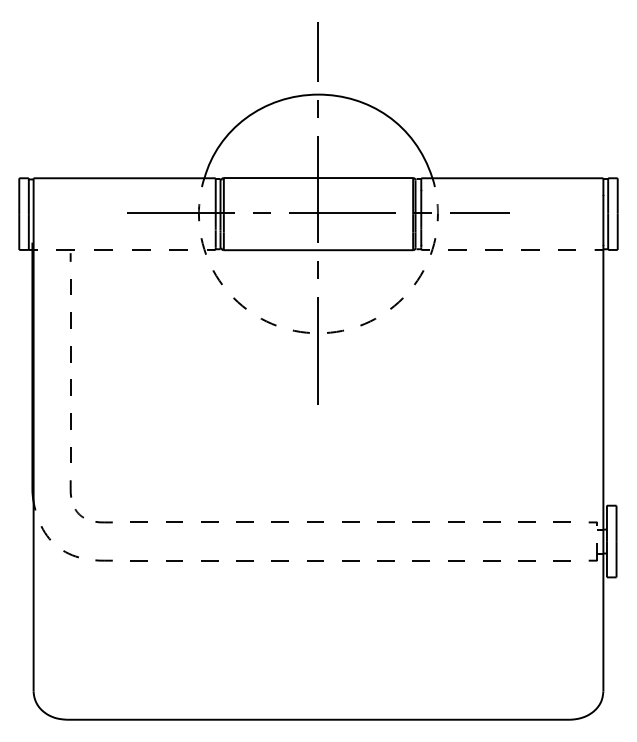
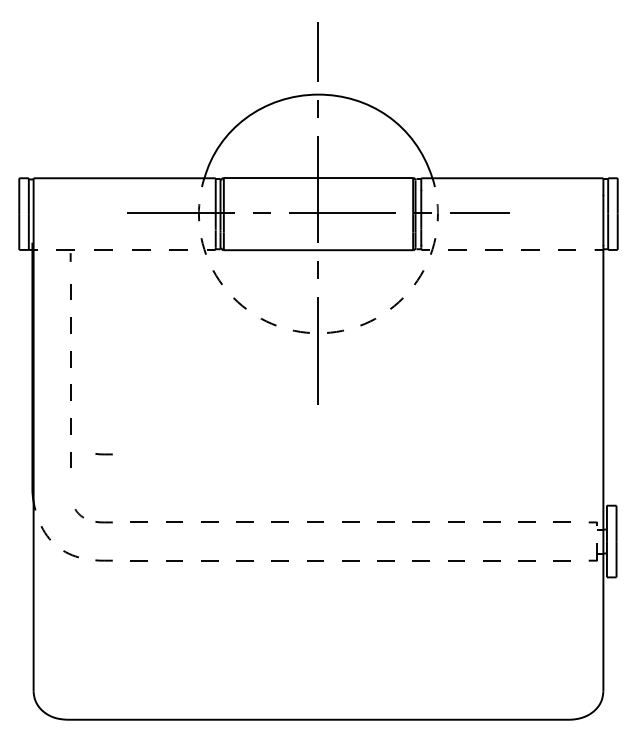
part at (70, 362) position: (70, 362) -> (70, 367)
line at (103, 454): none -> present
line at (70, 488): present -> none
